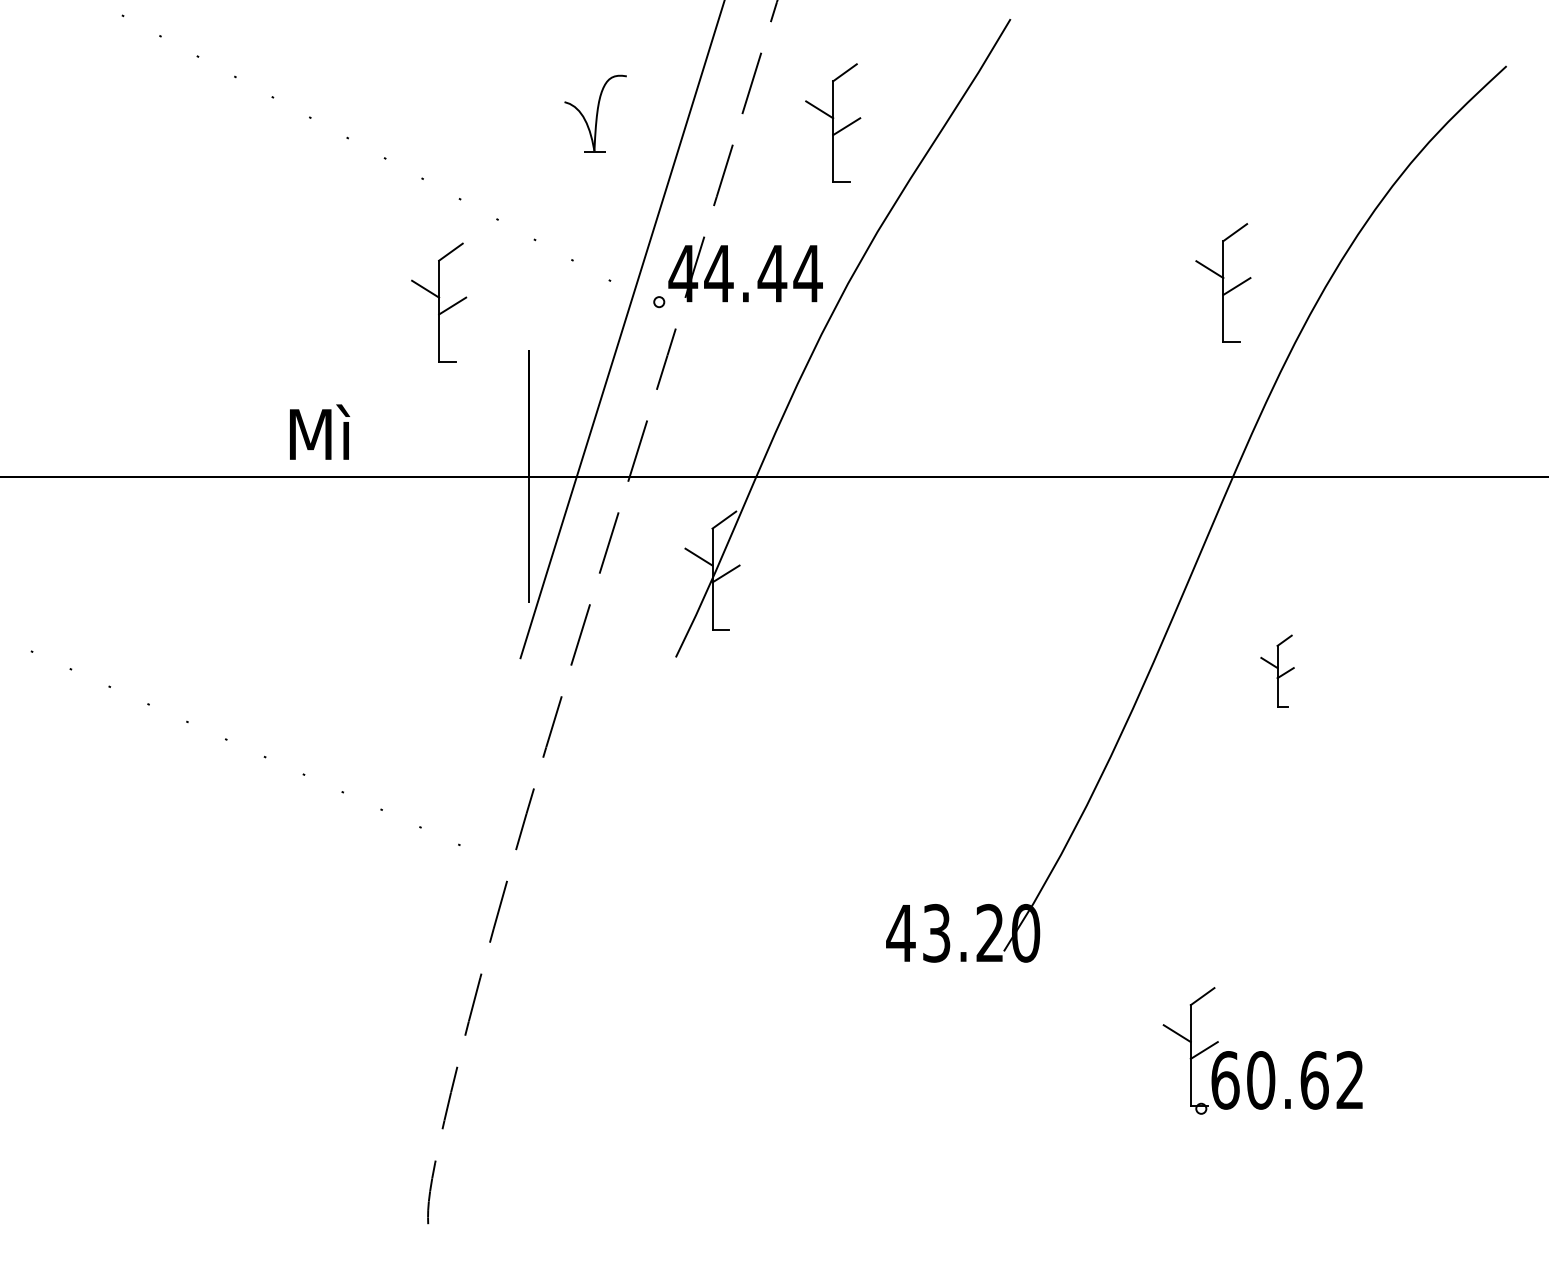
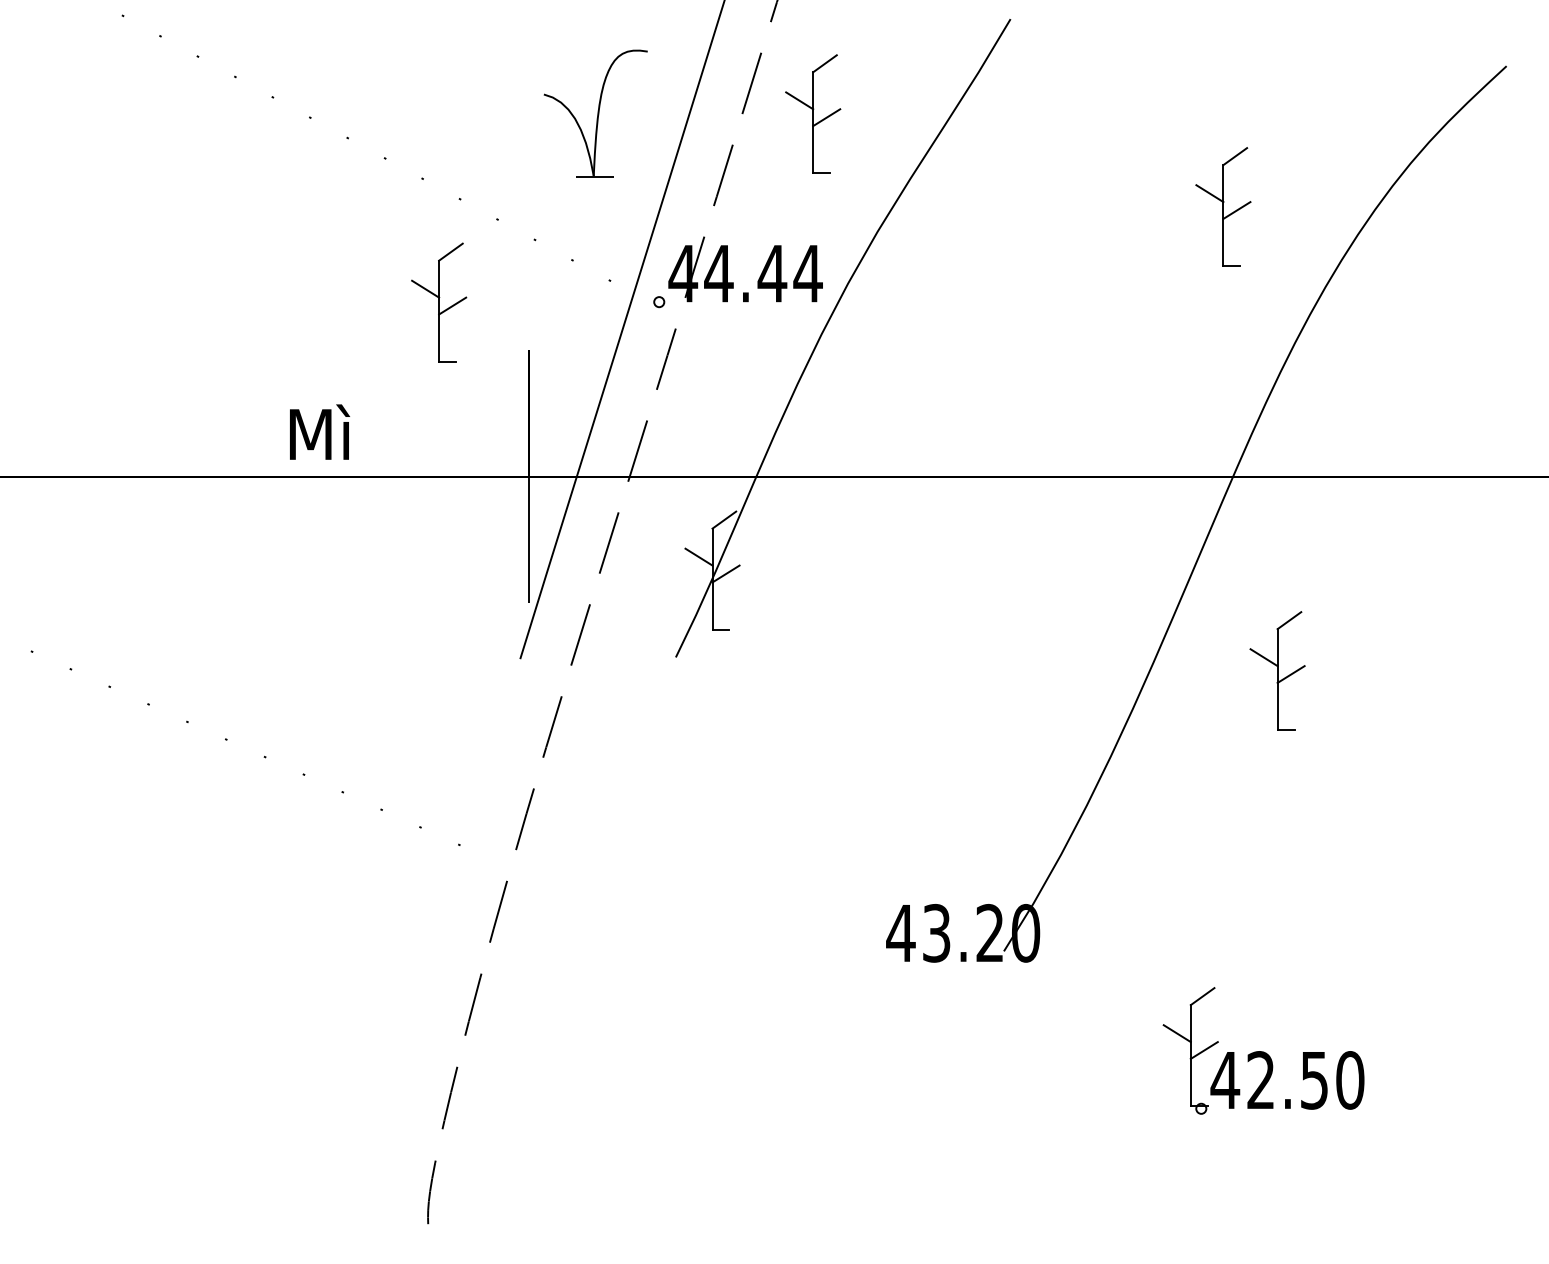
part at (595, 113) size: 63x79 px -> 105x129 px
part at (833, 122) position: (833, 122) -> (813, 113)
part at (1223, 282) position: (1223, 282) -> (1223, 206)
part at (1277, 670) size: 35x74 px -> 57x120 px
text at (1287, 1080): 60.62 -> 42.50
